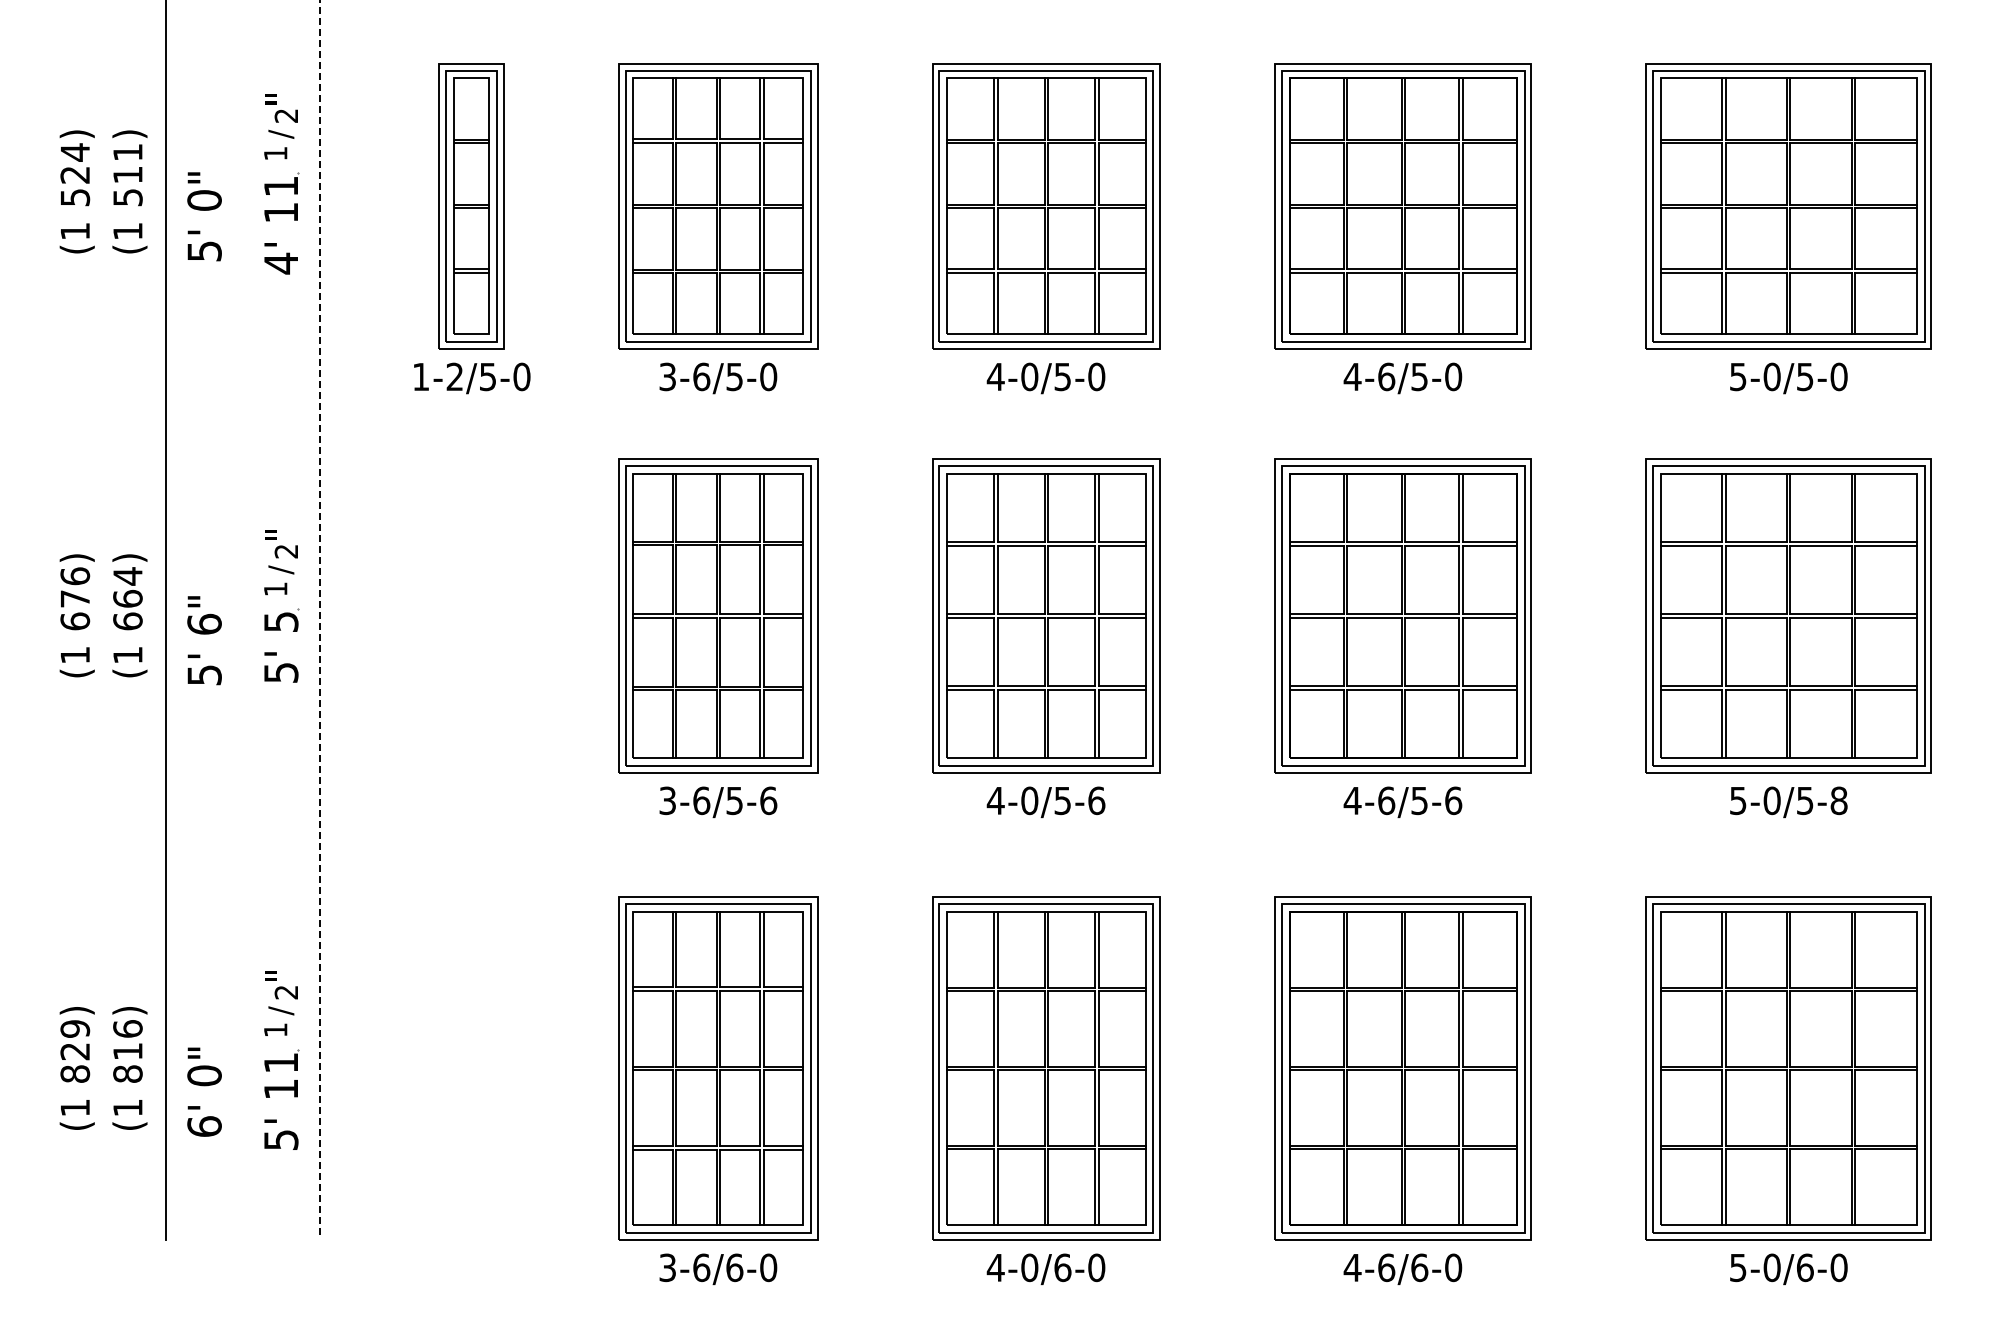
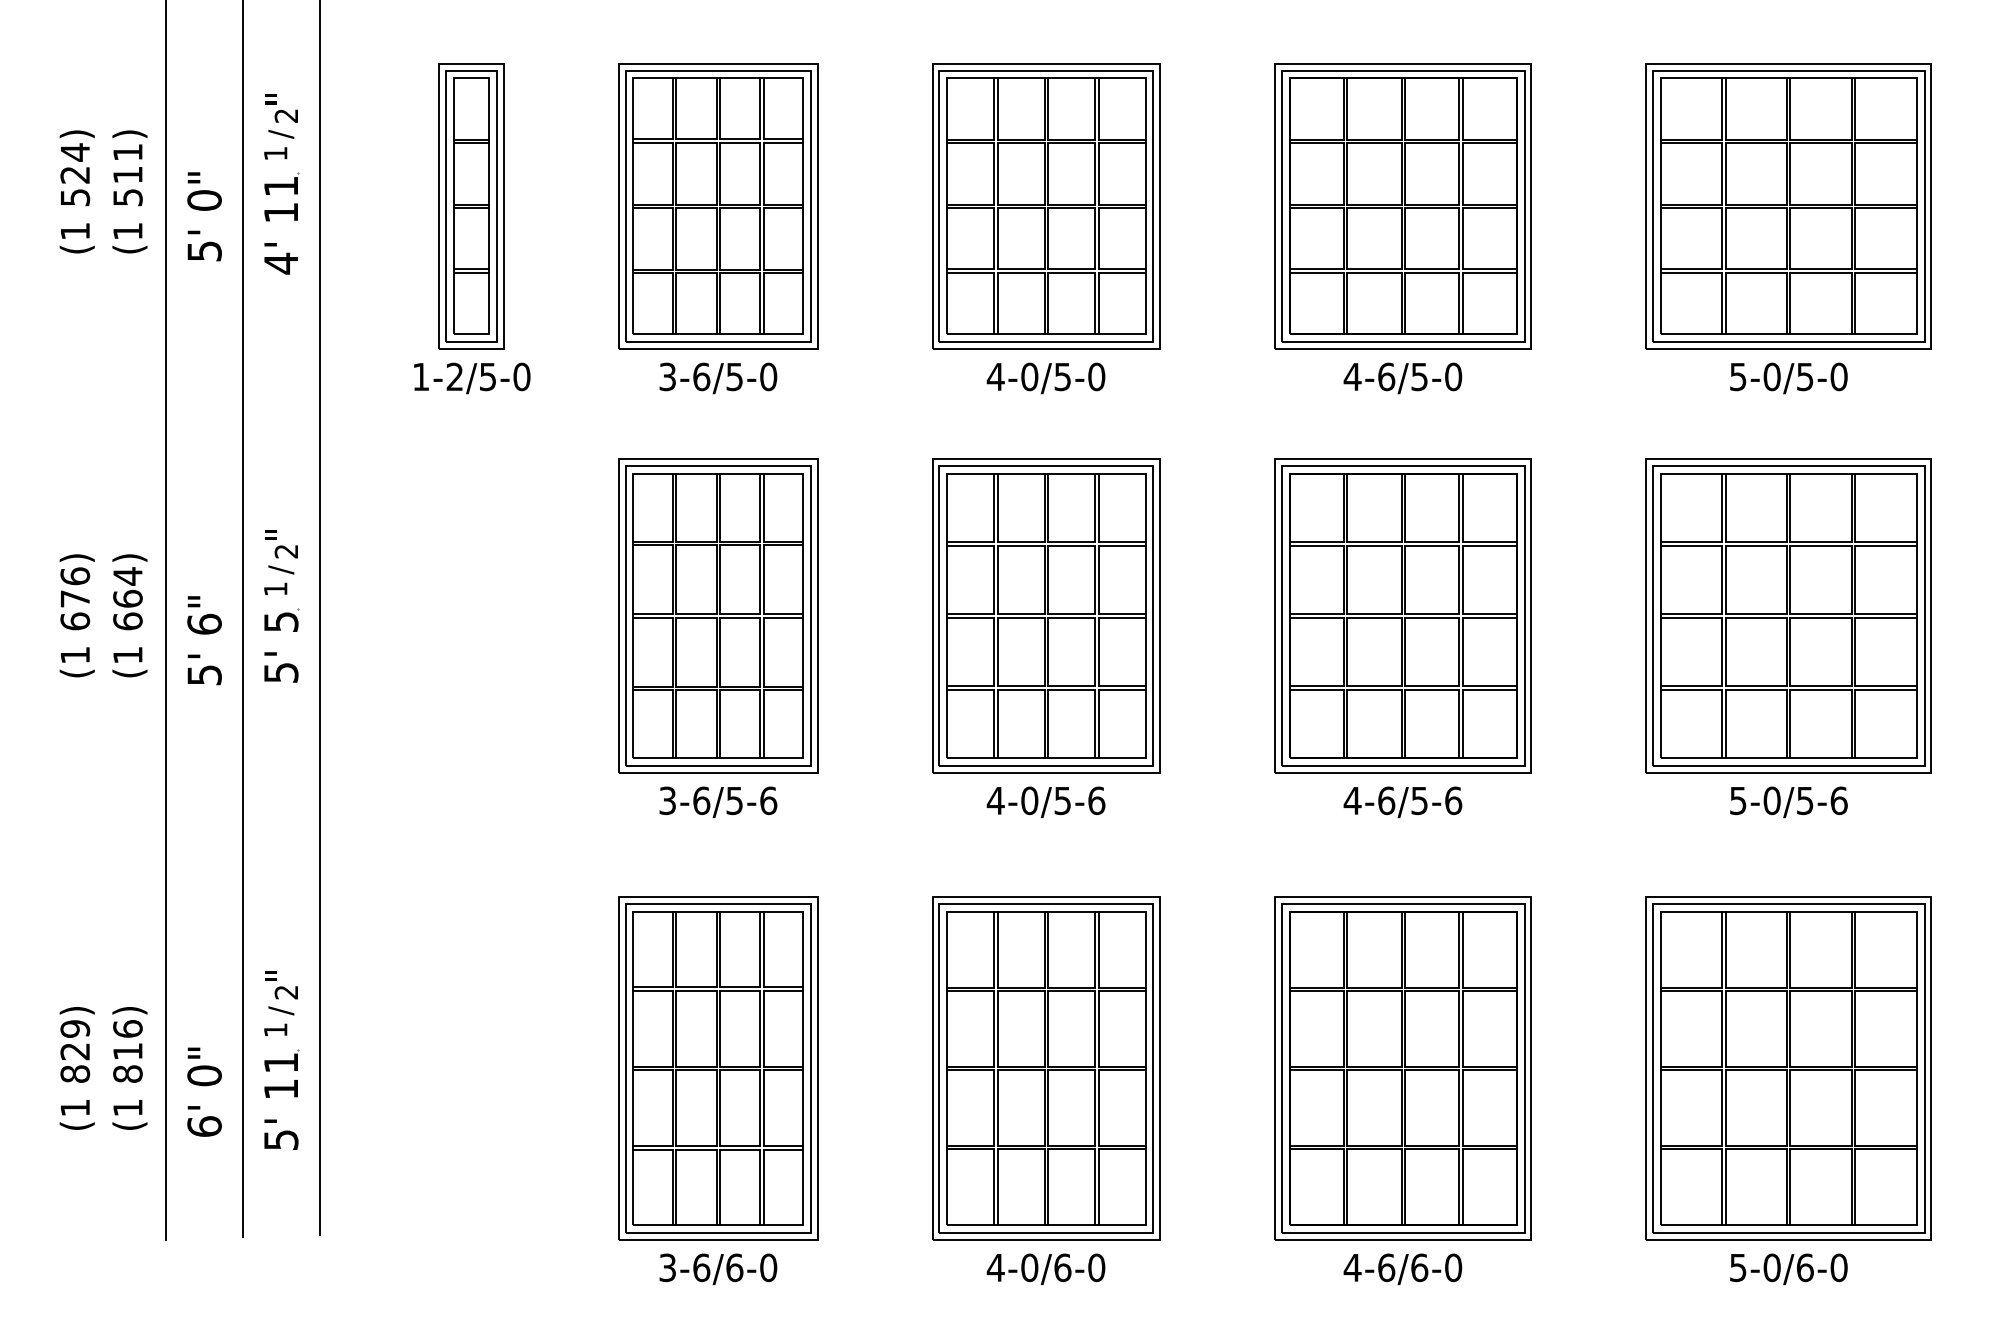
line at (319, 617): dashed -> solid
line at (242, 619): none -> present
text at (1838, 800): 5-0/5-8 -> 5-0/5-6
